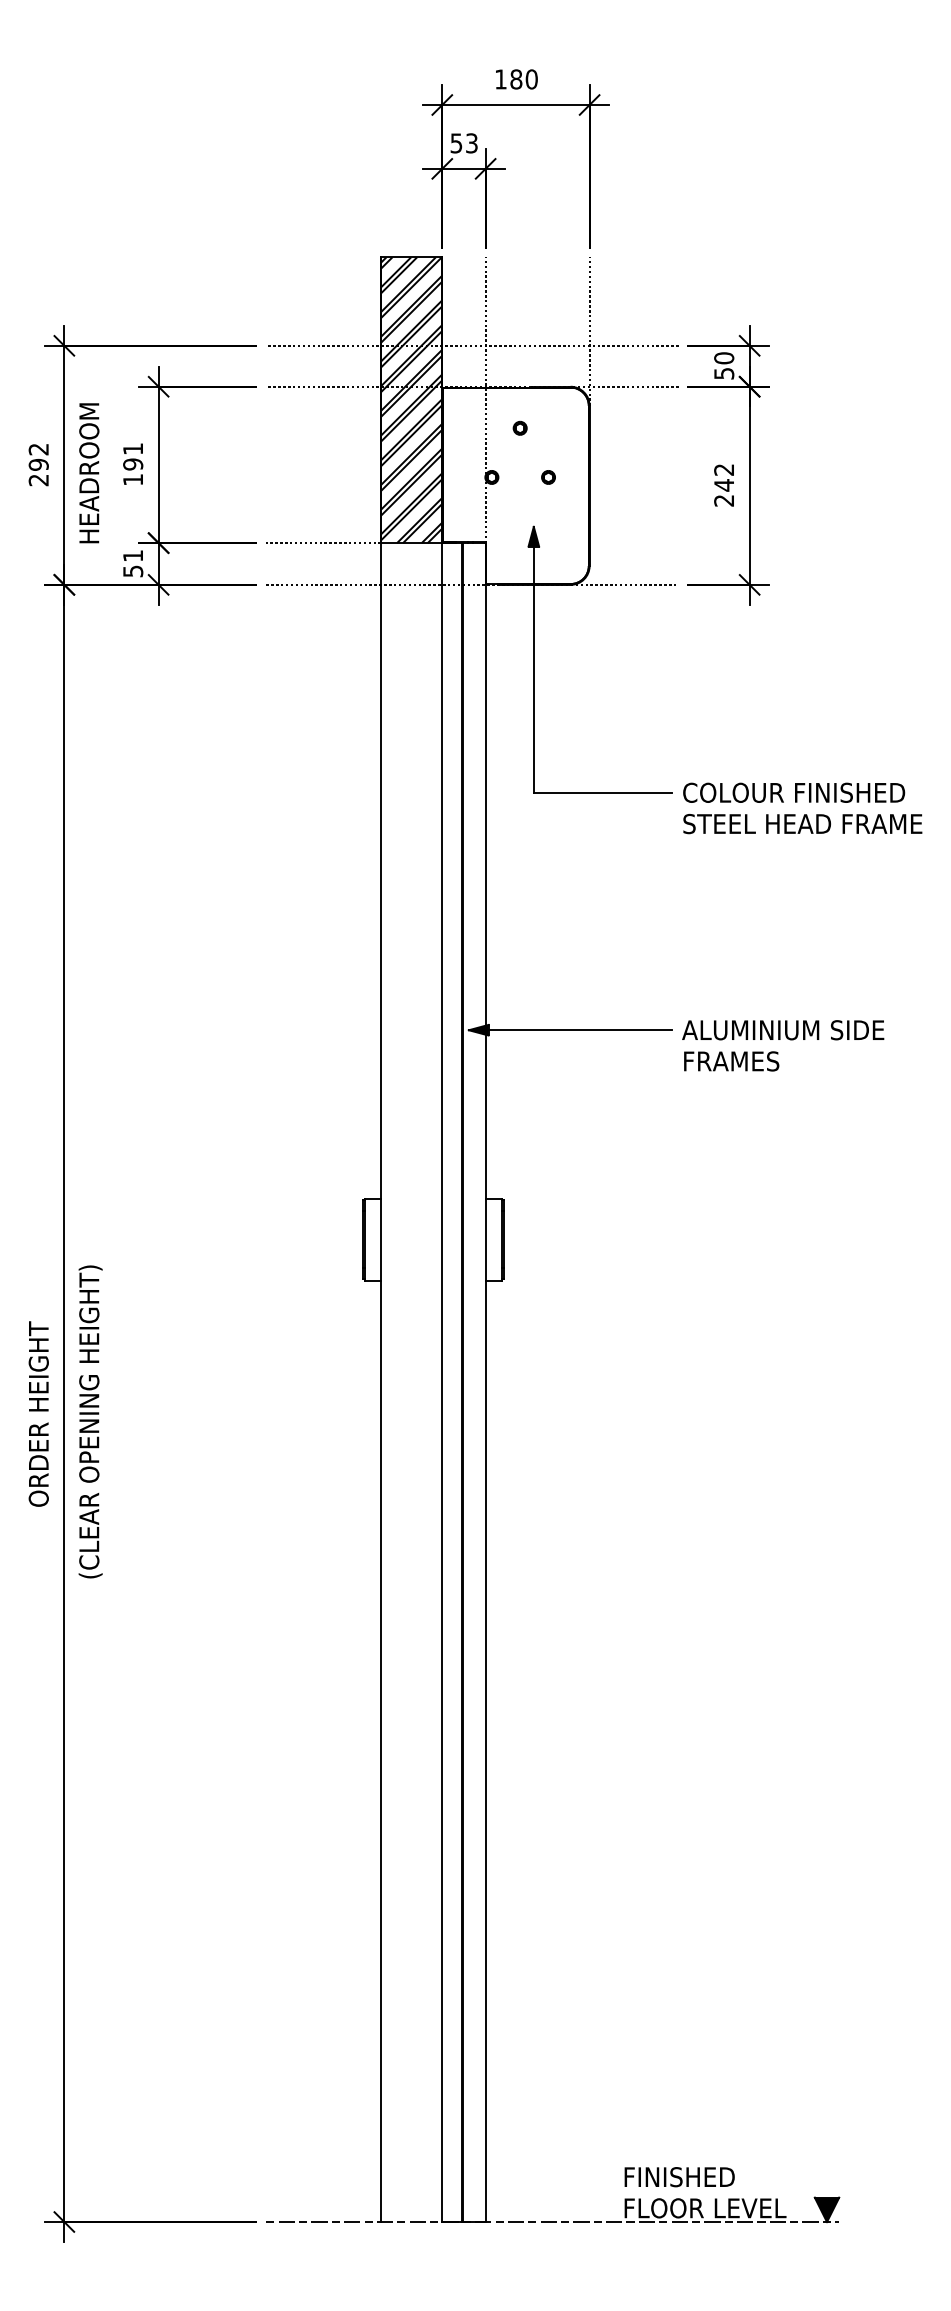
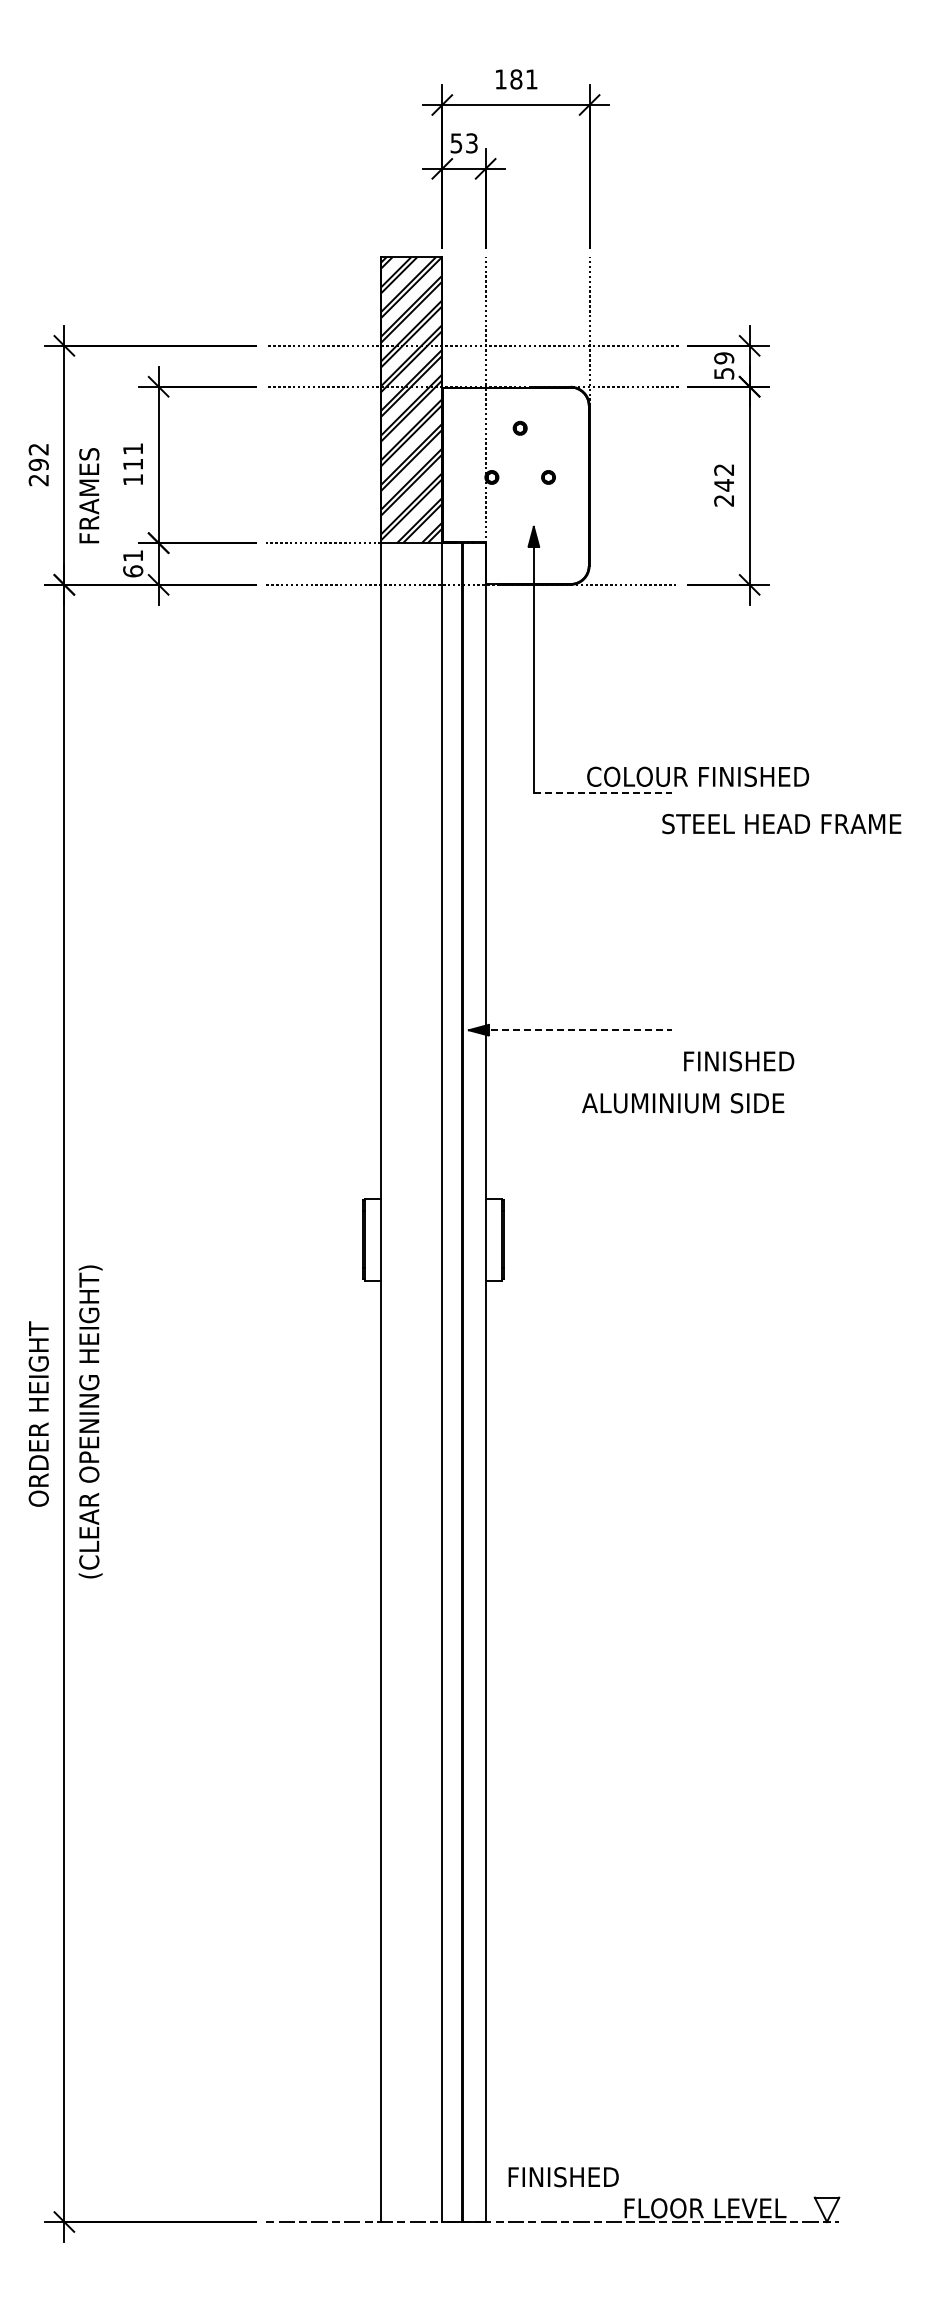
text at (531, 79): 180 -> 181
text at (724, 358): 50 -> 59
text at (133, 464): 191 -> 111
text at (89, 471): HEADROOM -> FRAMES
text at (133, 571): 51 -> 61
line at (602, 792): solid -> dashed
text at (794, 792) position: (794, 792) -> (698, 776)
text at (802, 824) position: (802, 824) -> (781, 824)
line at (570, 1030): solid -> dashed
text at (783, 1030) position: (783, 1030) -> (683, 1103)
text at (747, 1061): FRAMES -> FINISHED
text at (679, 2177) position: (679, 2177) -> (563, 2177)
fill at (826, 2209): present -> none
